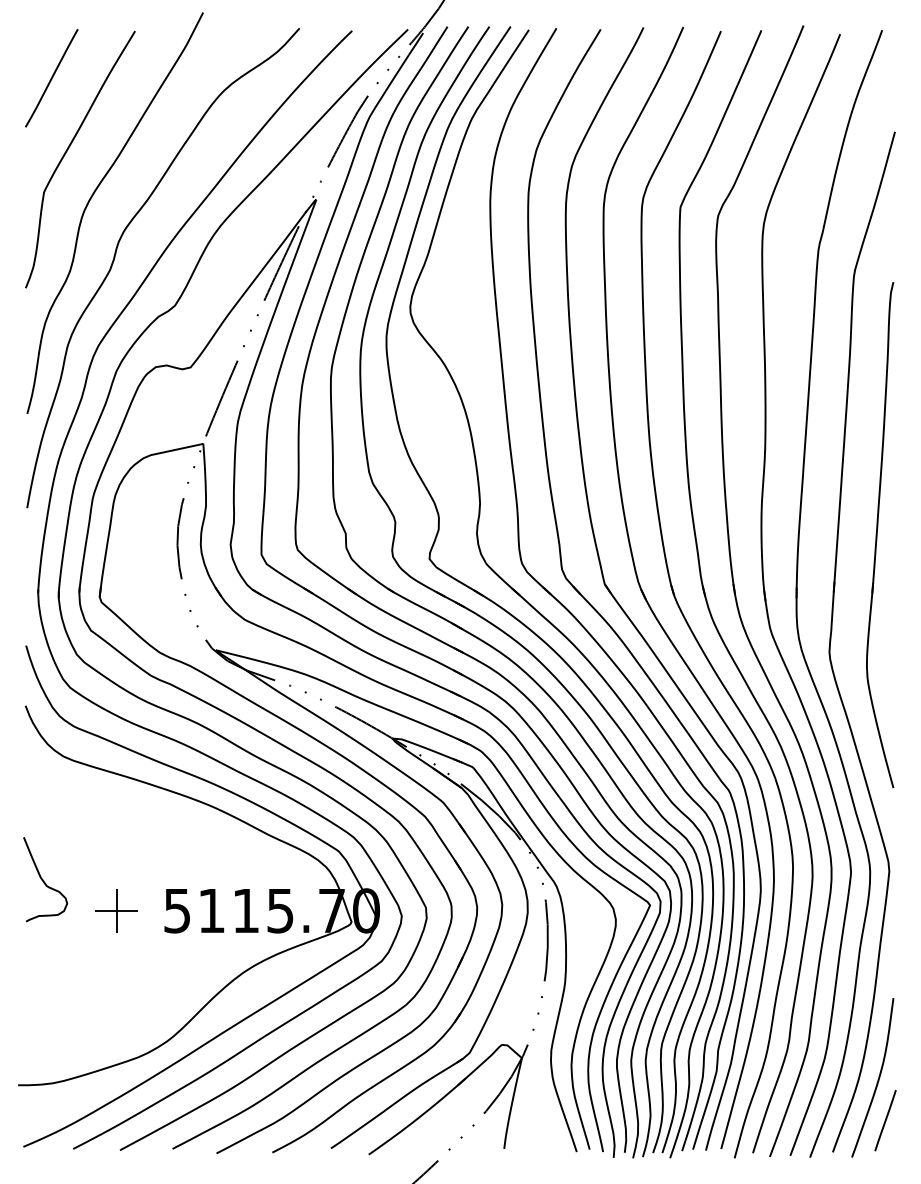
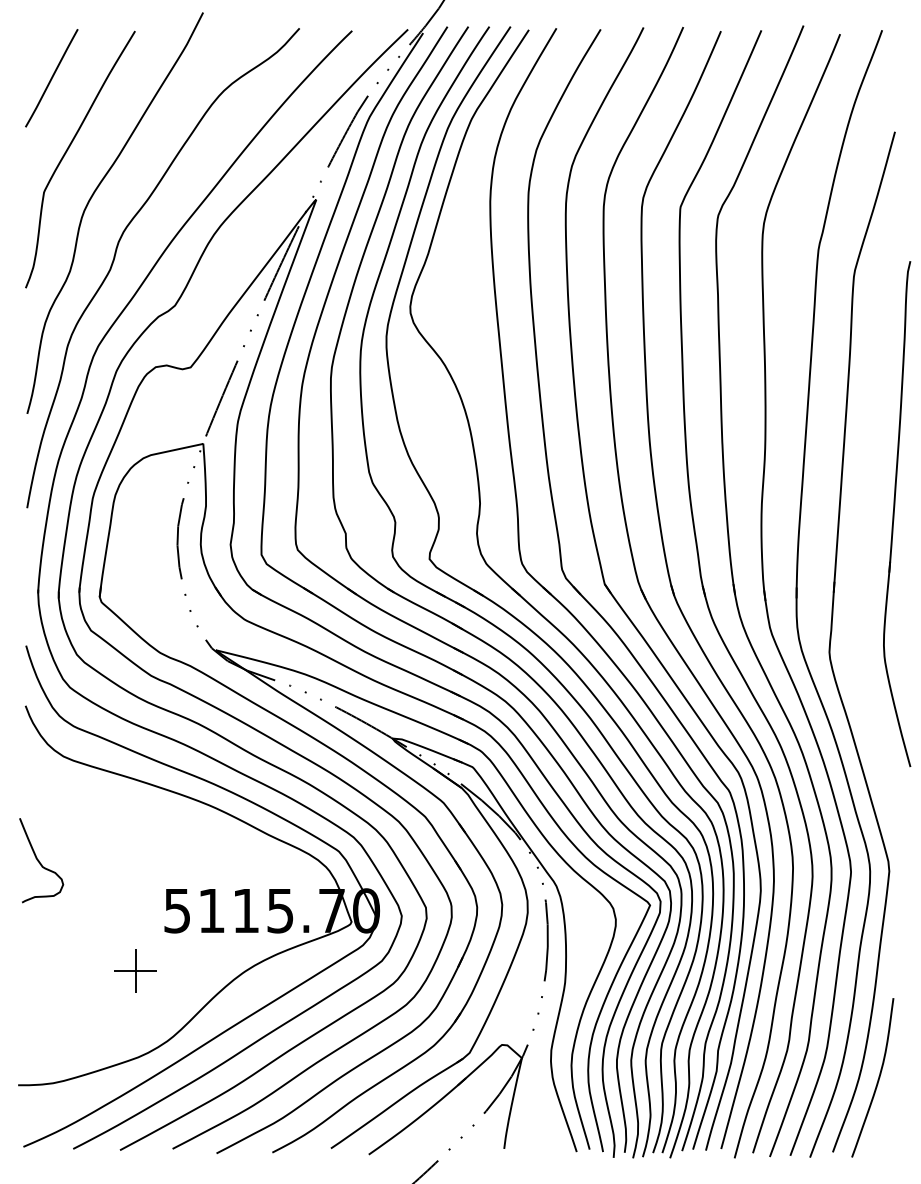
part at (880, 535) position: (880, 535) -> (897, 514)
curve at (43, 879) position: (43, 879) -> (39, 860)
part at (116, 910) position: (116, 910) -> (135, 970)
line at (885, 1120): present -> none
